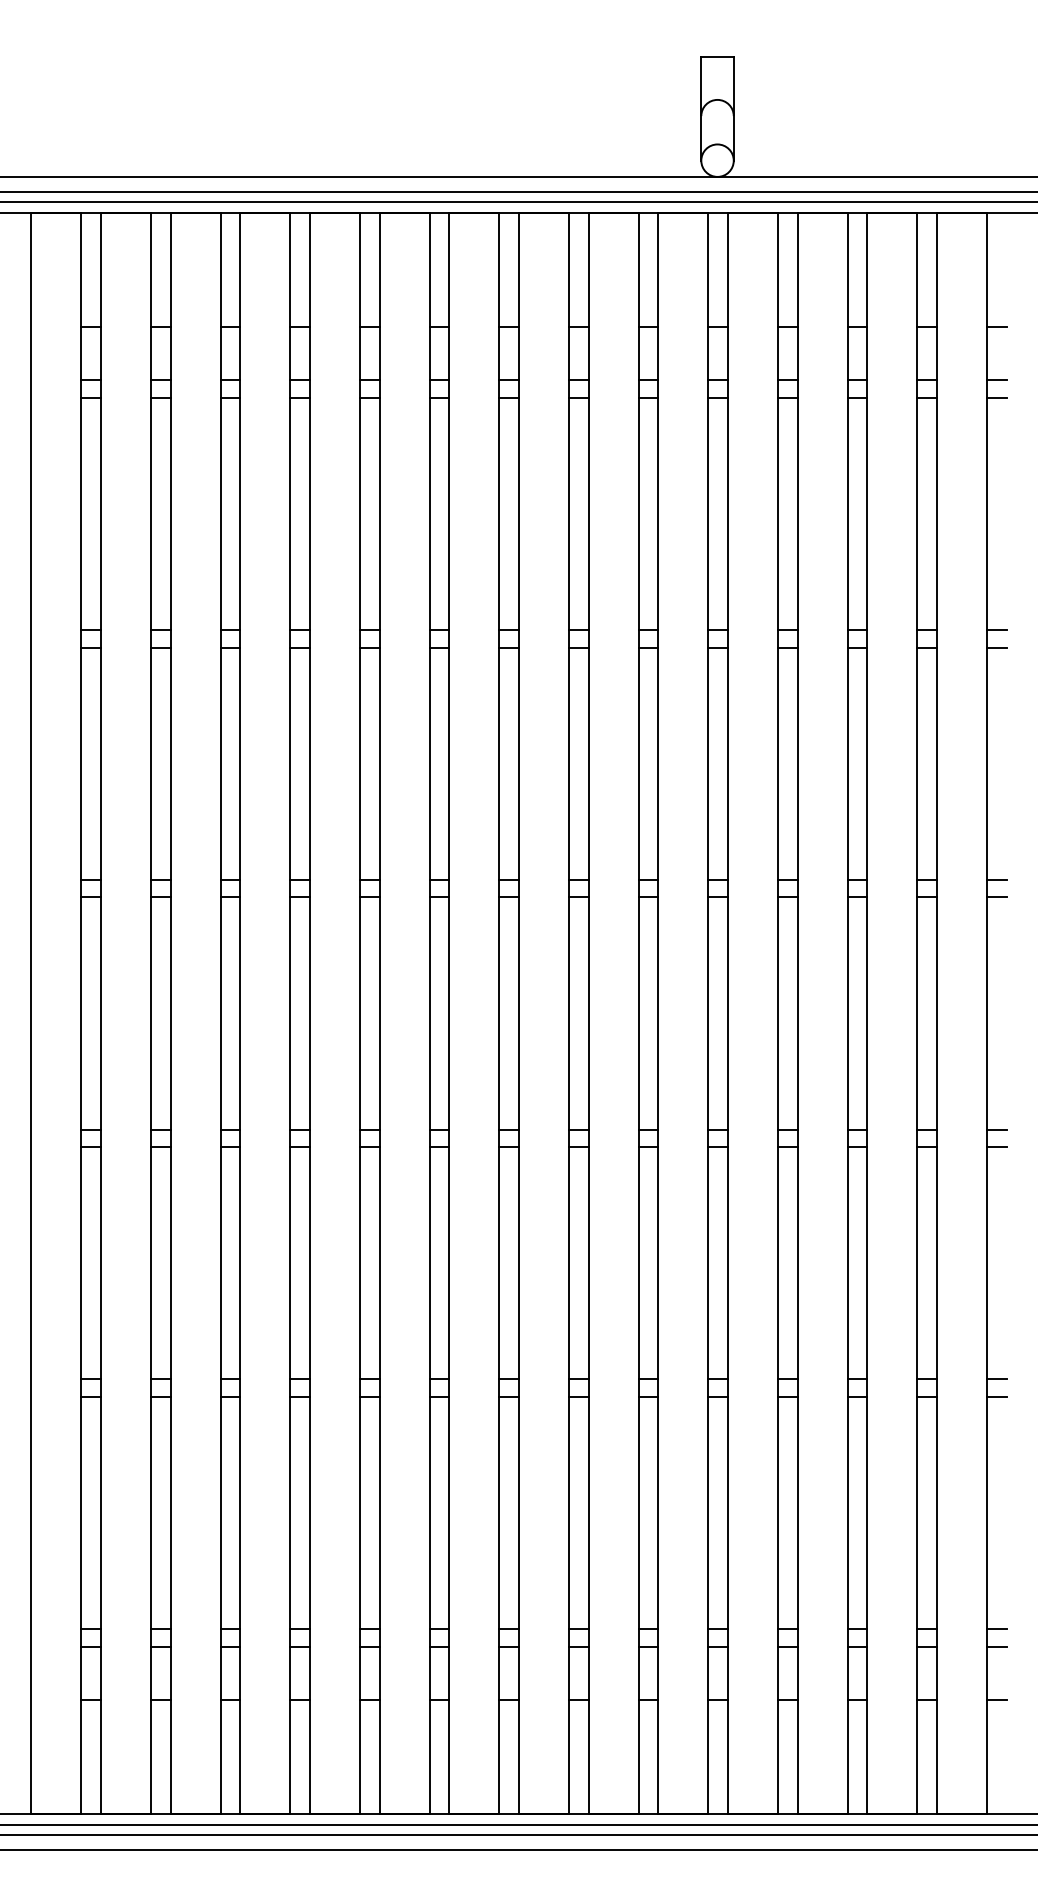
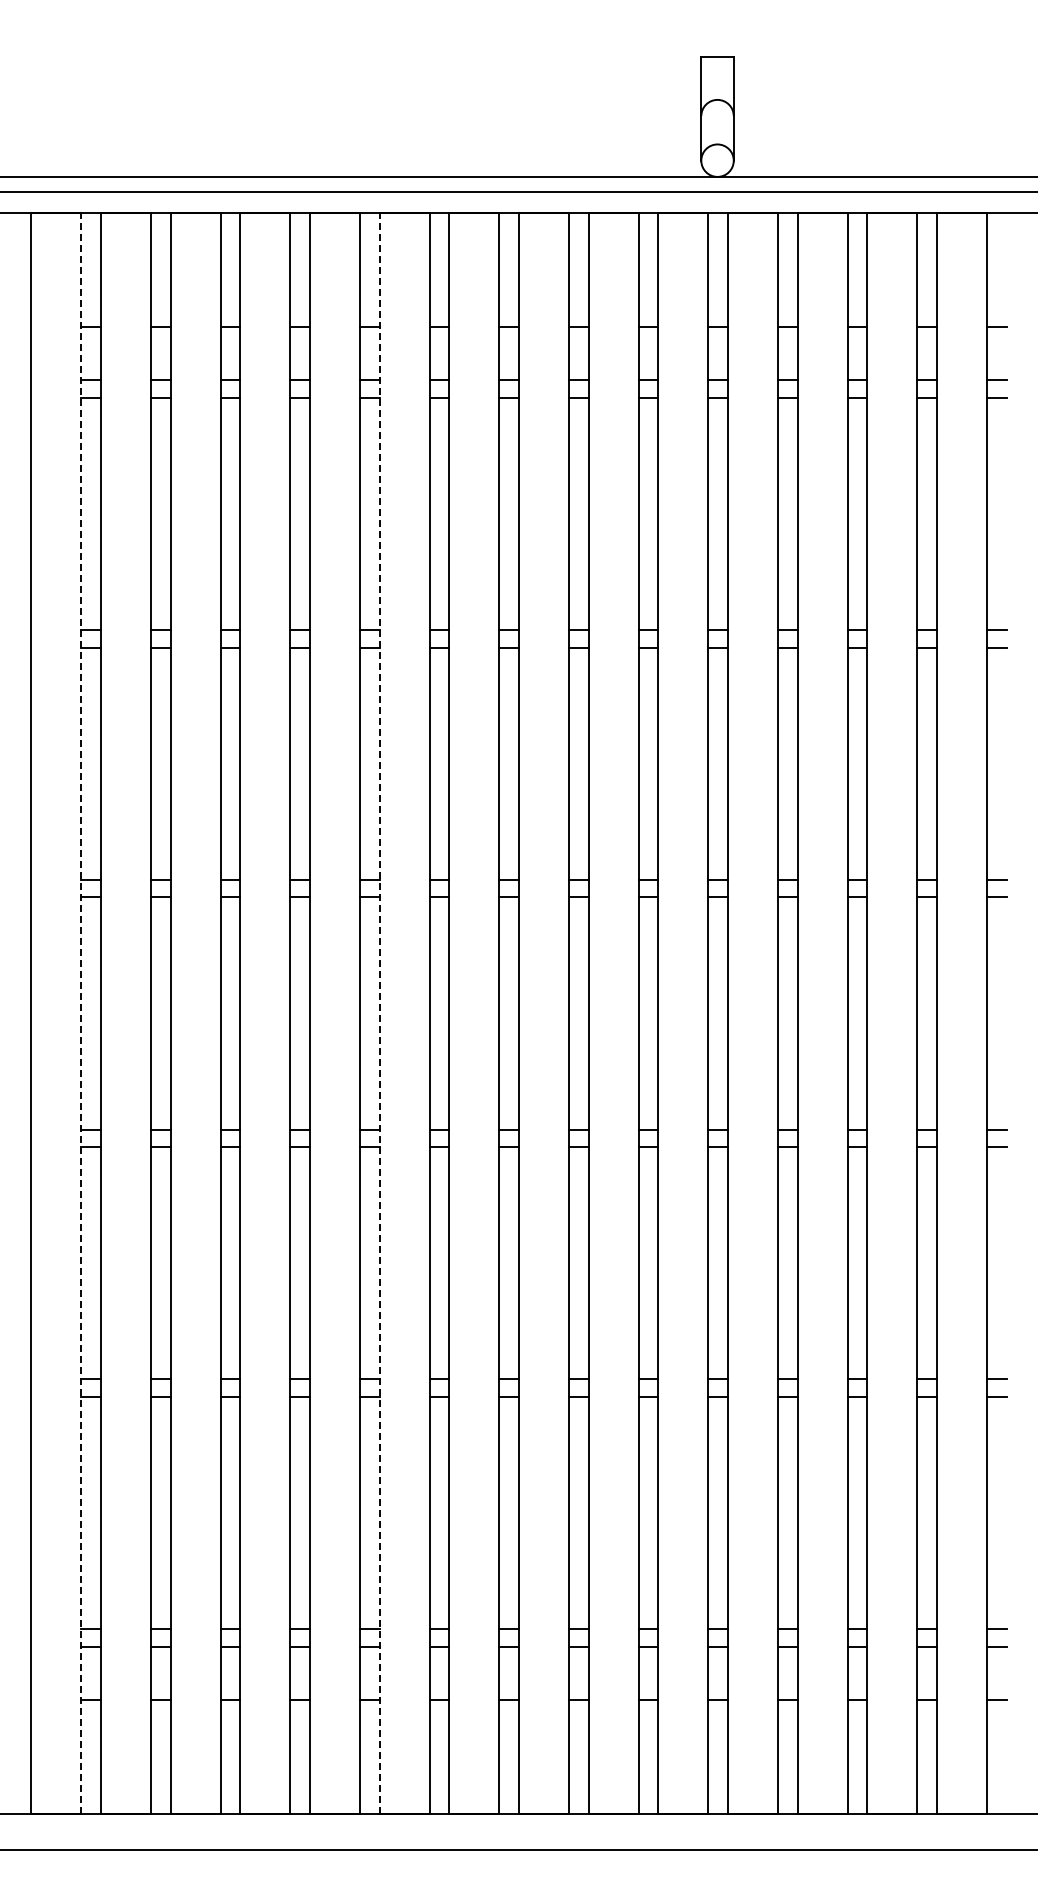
line at (518, 201): present -> none
line at (81, 1013): solid -> dashed
line at (379, 1013): solid -> dashed
line at (518, 1825): present -> none
line at (518, 1835): present -> none
